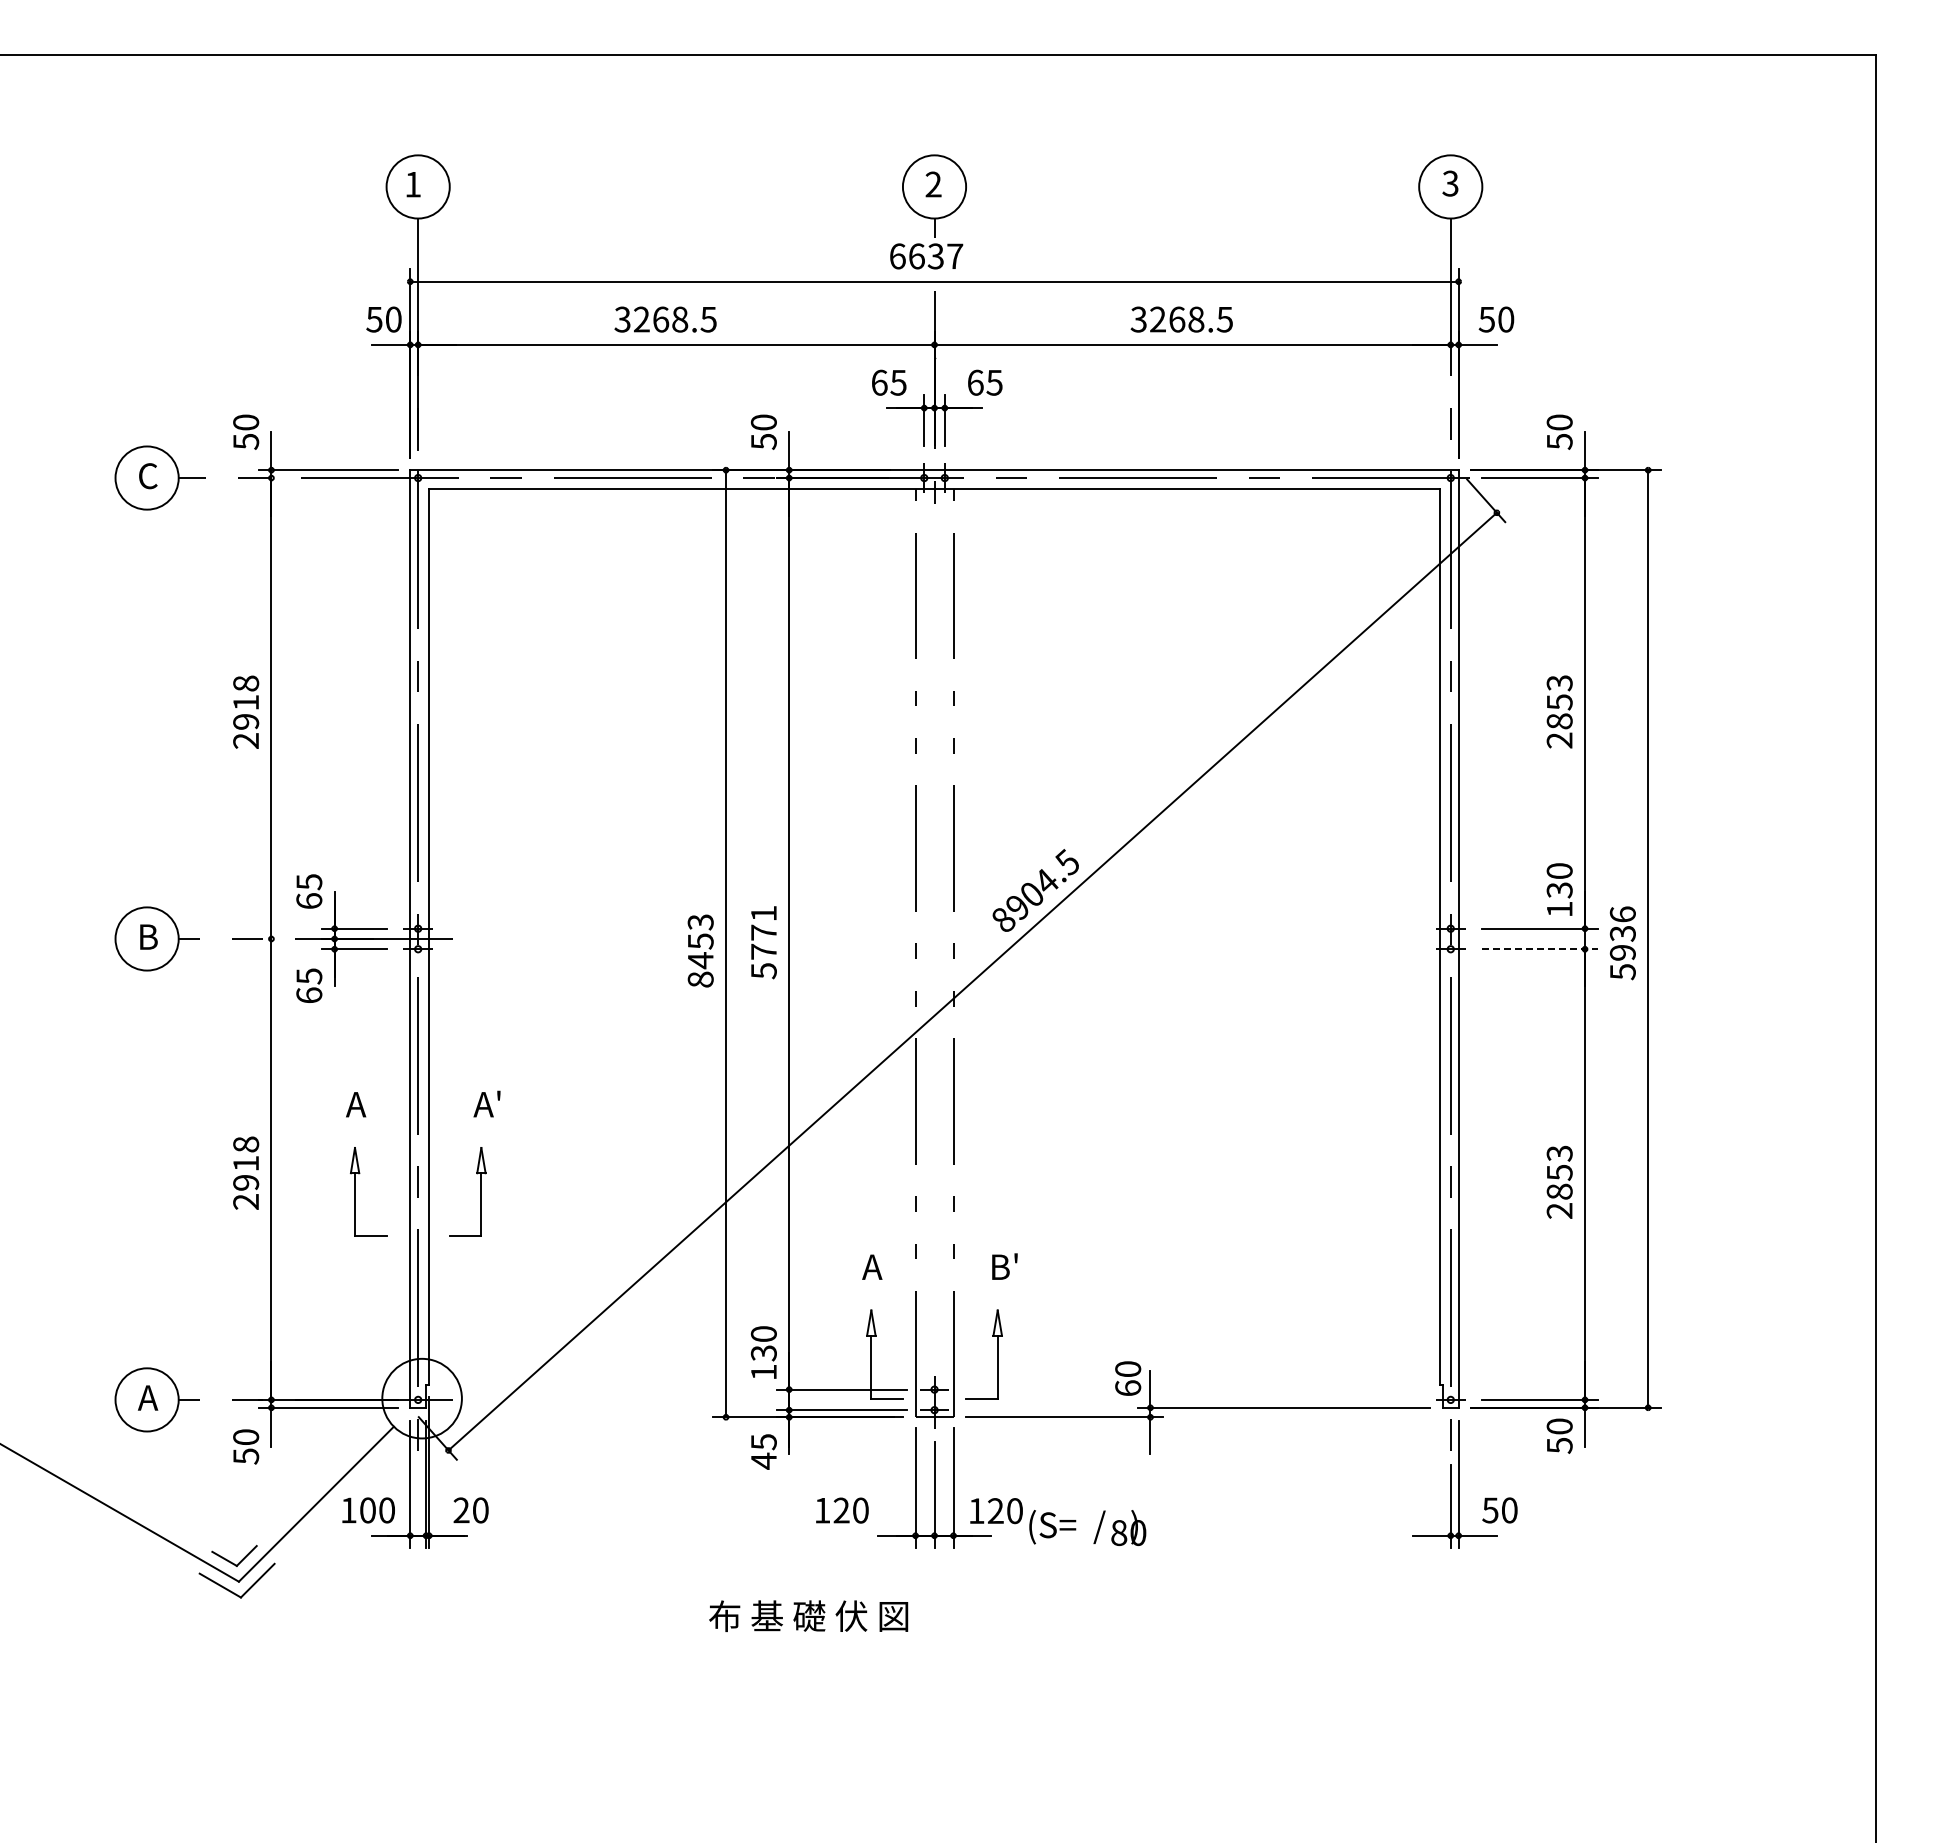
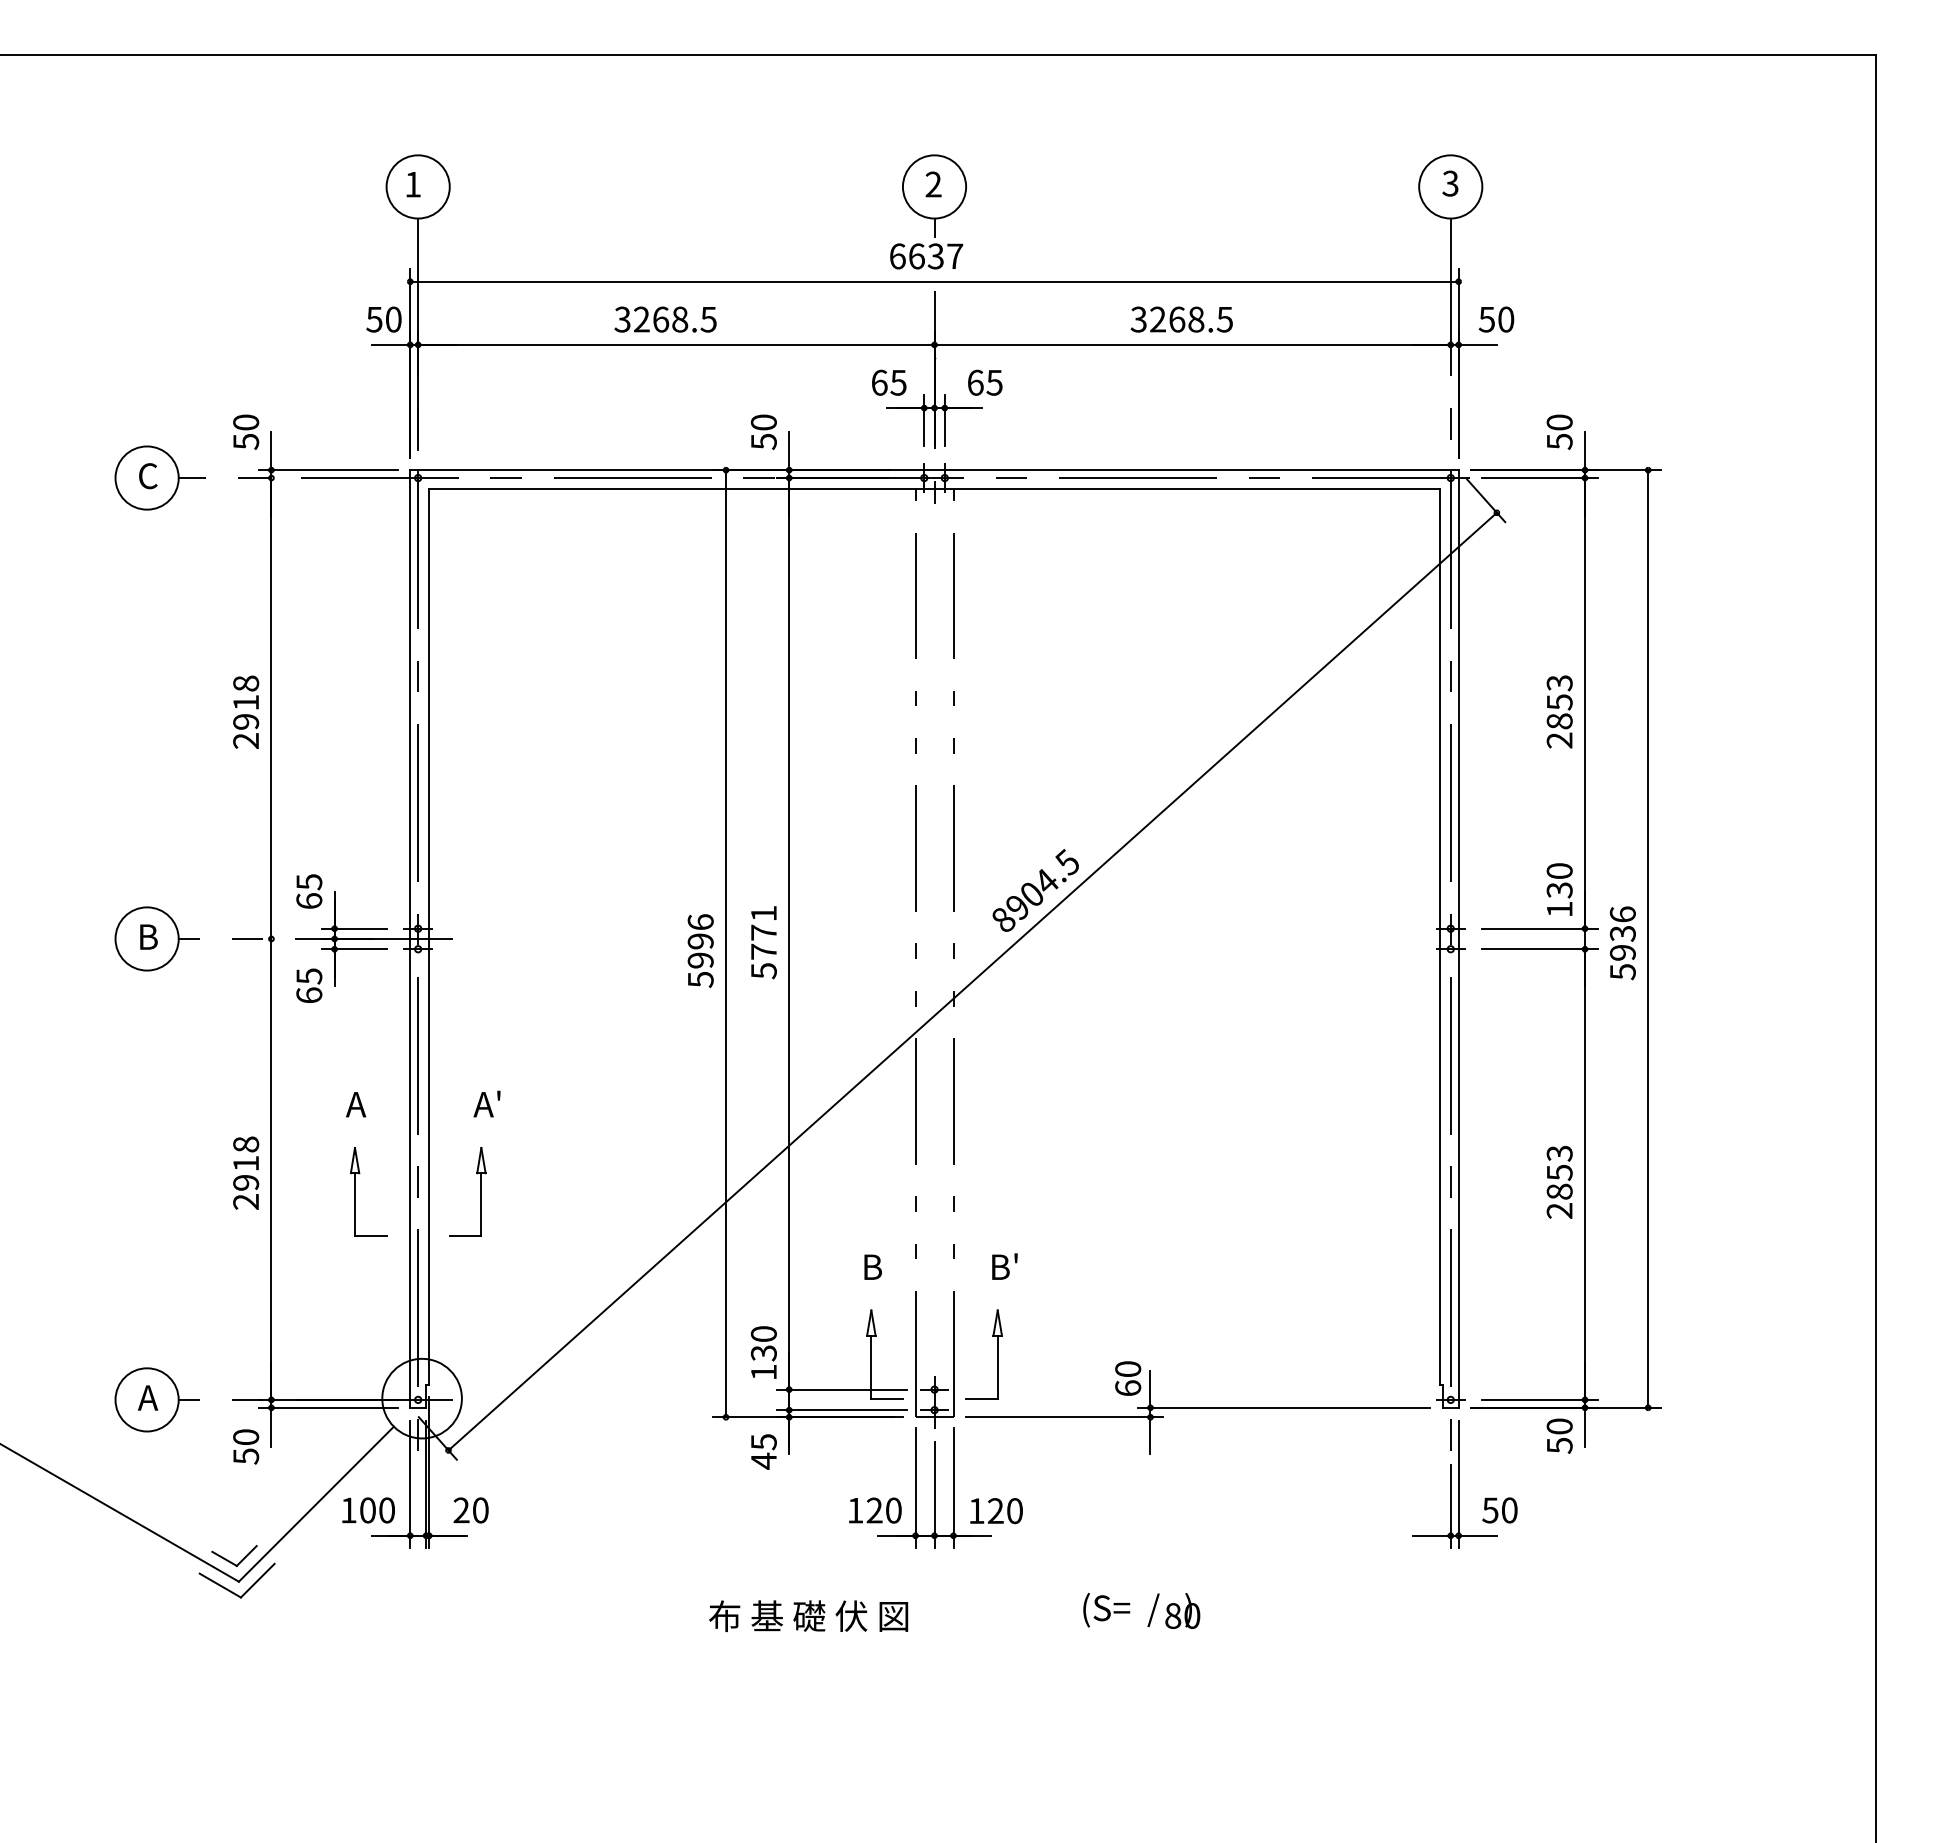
line at (1540, 949): dashed -> solid
text at (700, 950): 8453 -> 5996
text at (872, 1266): A -> B
text at (842, 1510) position: (842, 1510) -> (875, 1510)
text at (1087, 1527) position: (1087, 1527) -> (1141, 1610)
